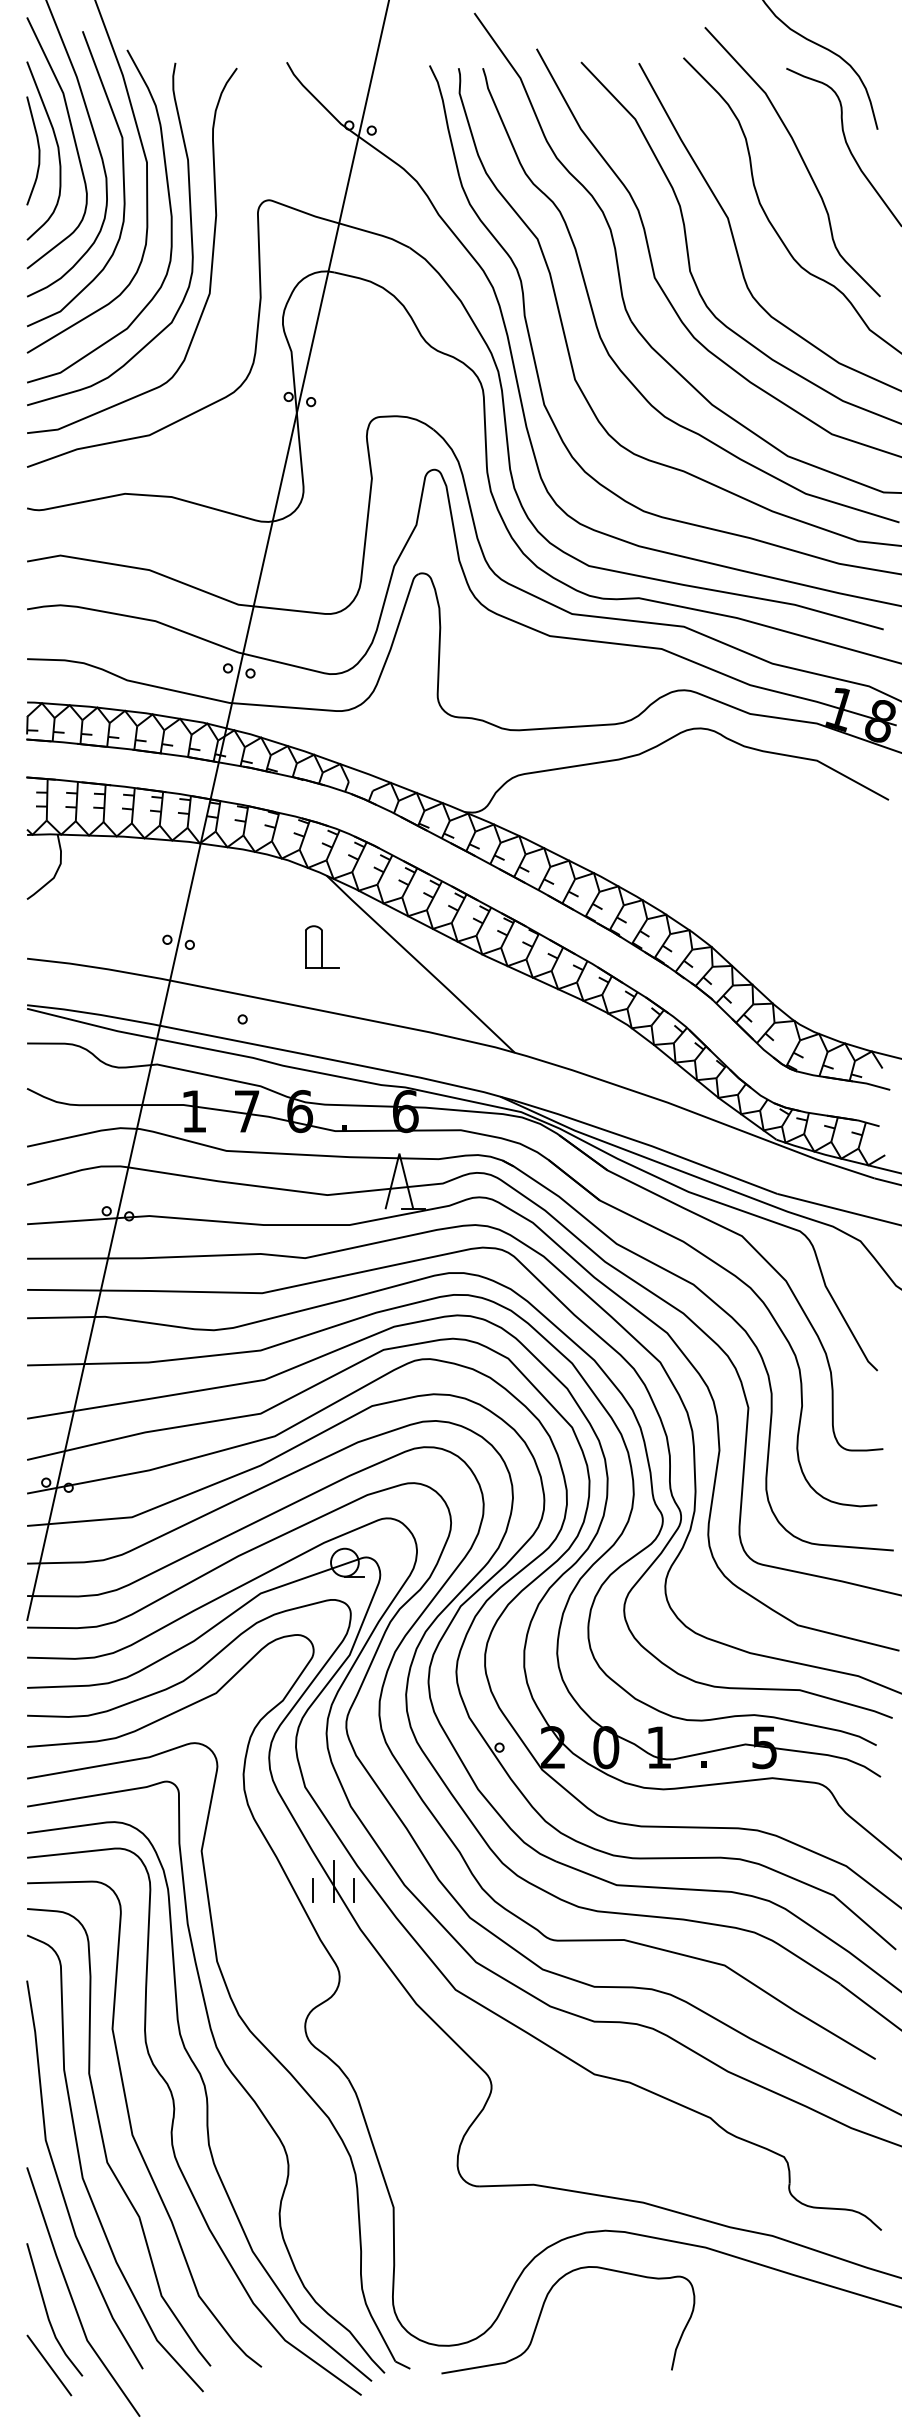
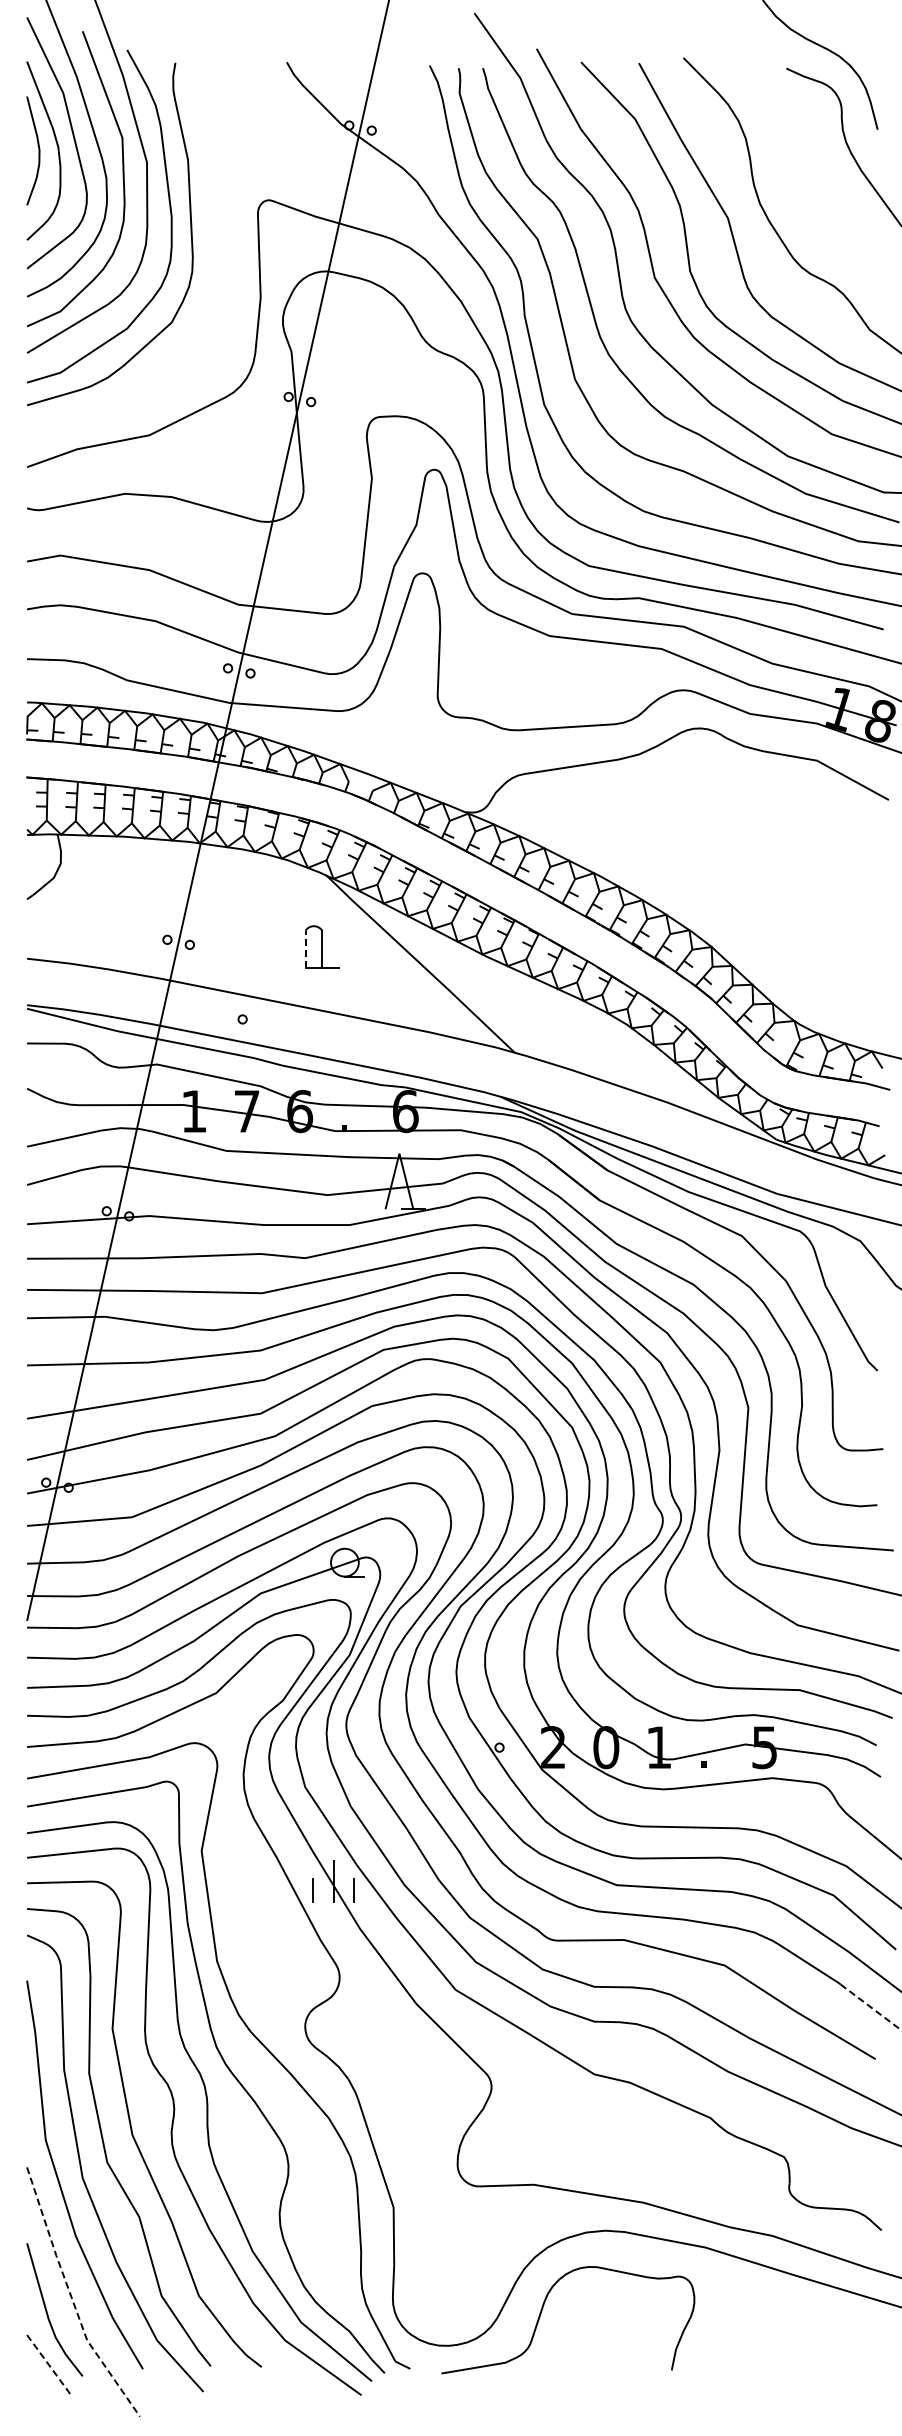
curve at (800, 157): present -> none
curve at (211, 256): present -> none
line at (305, 949): solid -> dashed
line at (871, 2007): solid -> dashed
line at (71, 2298): solid -> dashed
line at (49, 2365): solid -> dashed
